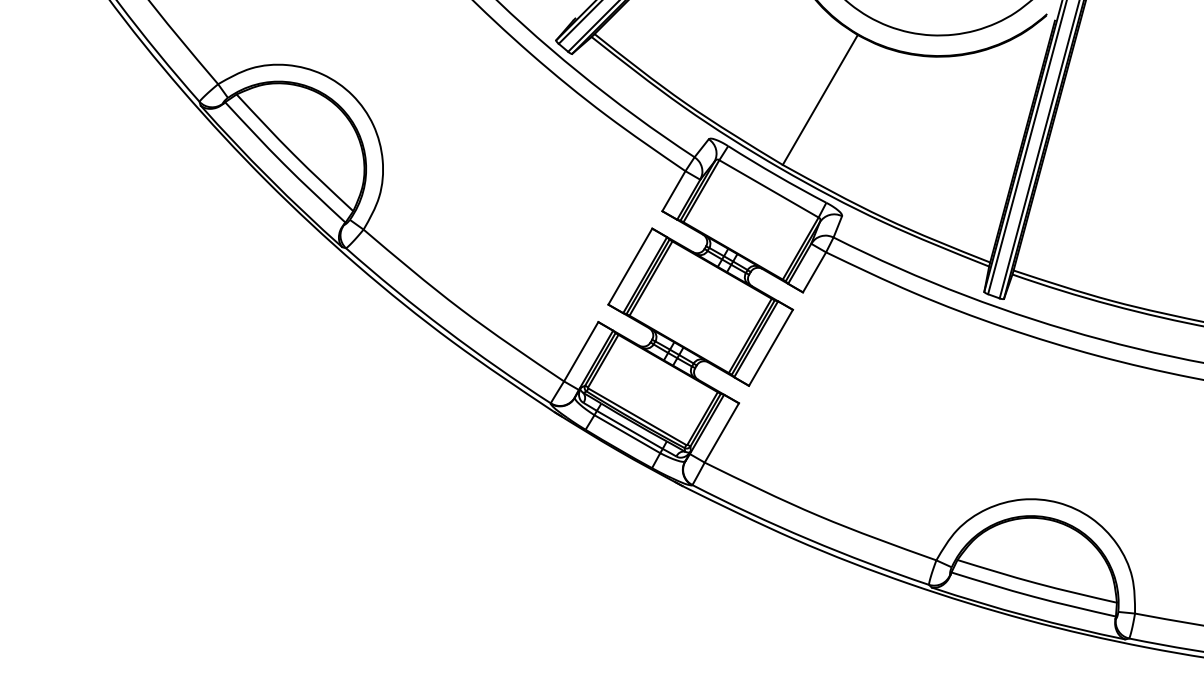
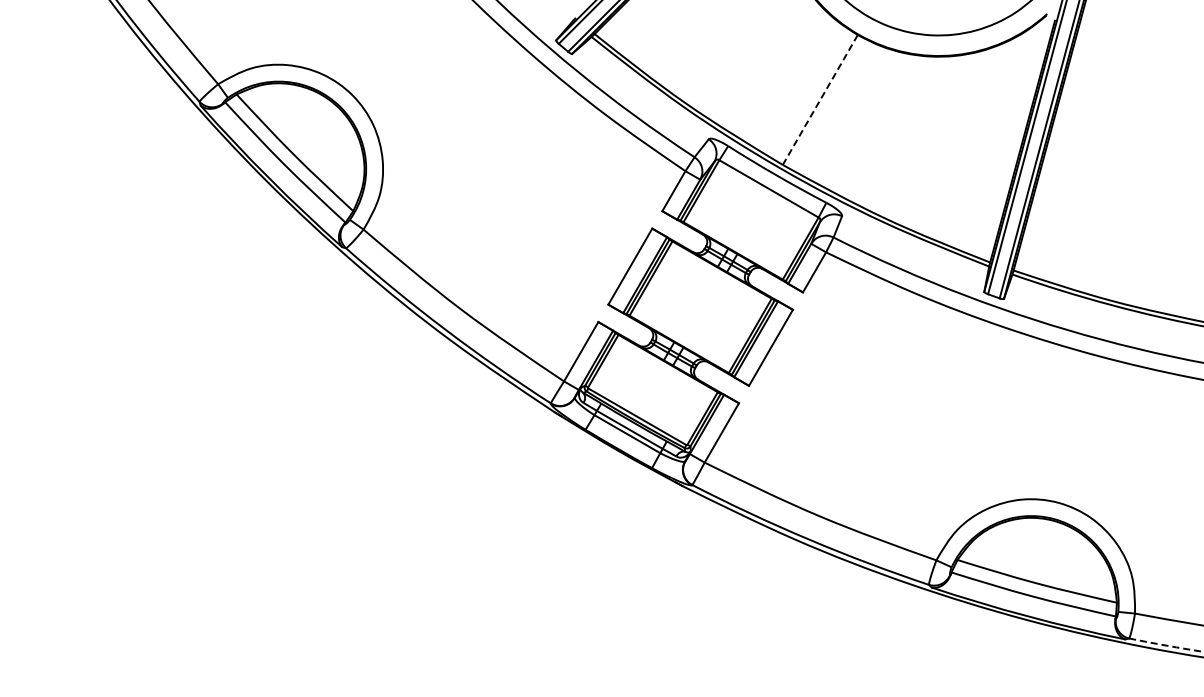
line at (820, 100): solid -> dashed
arc at (1166, 645): solid -> dashed
